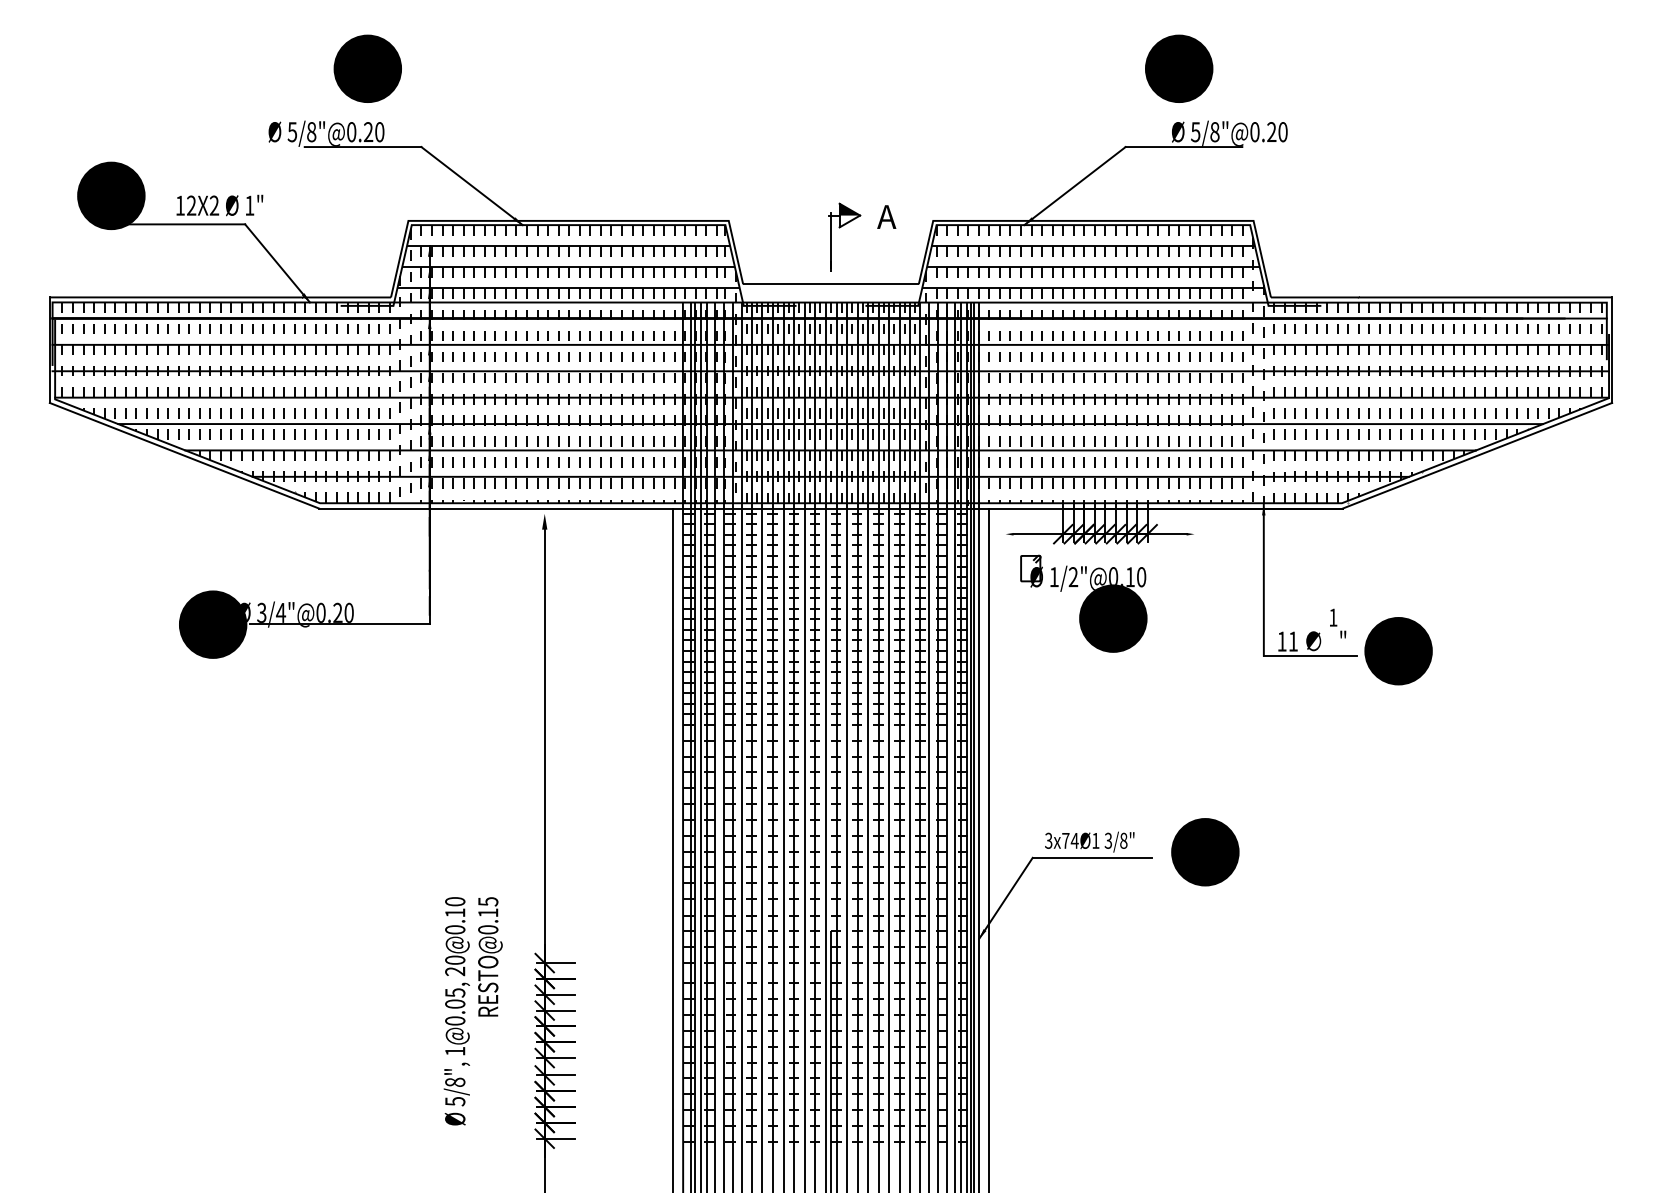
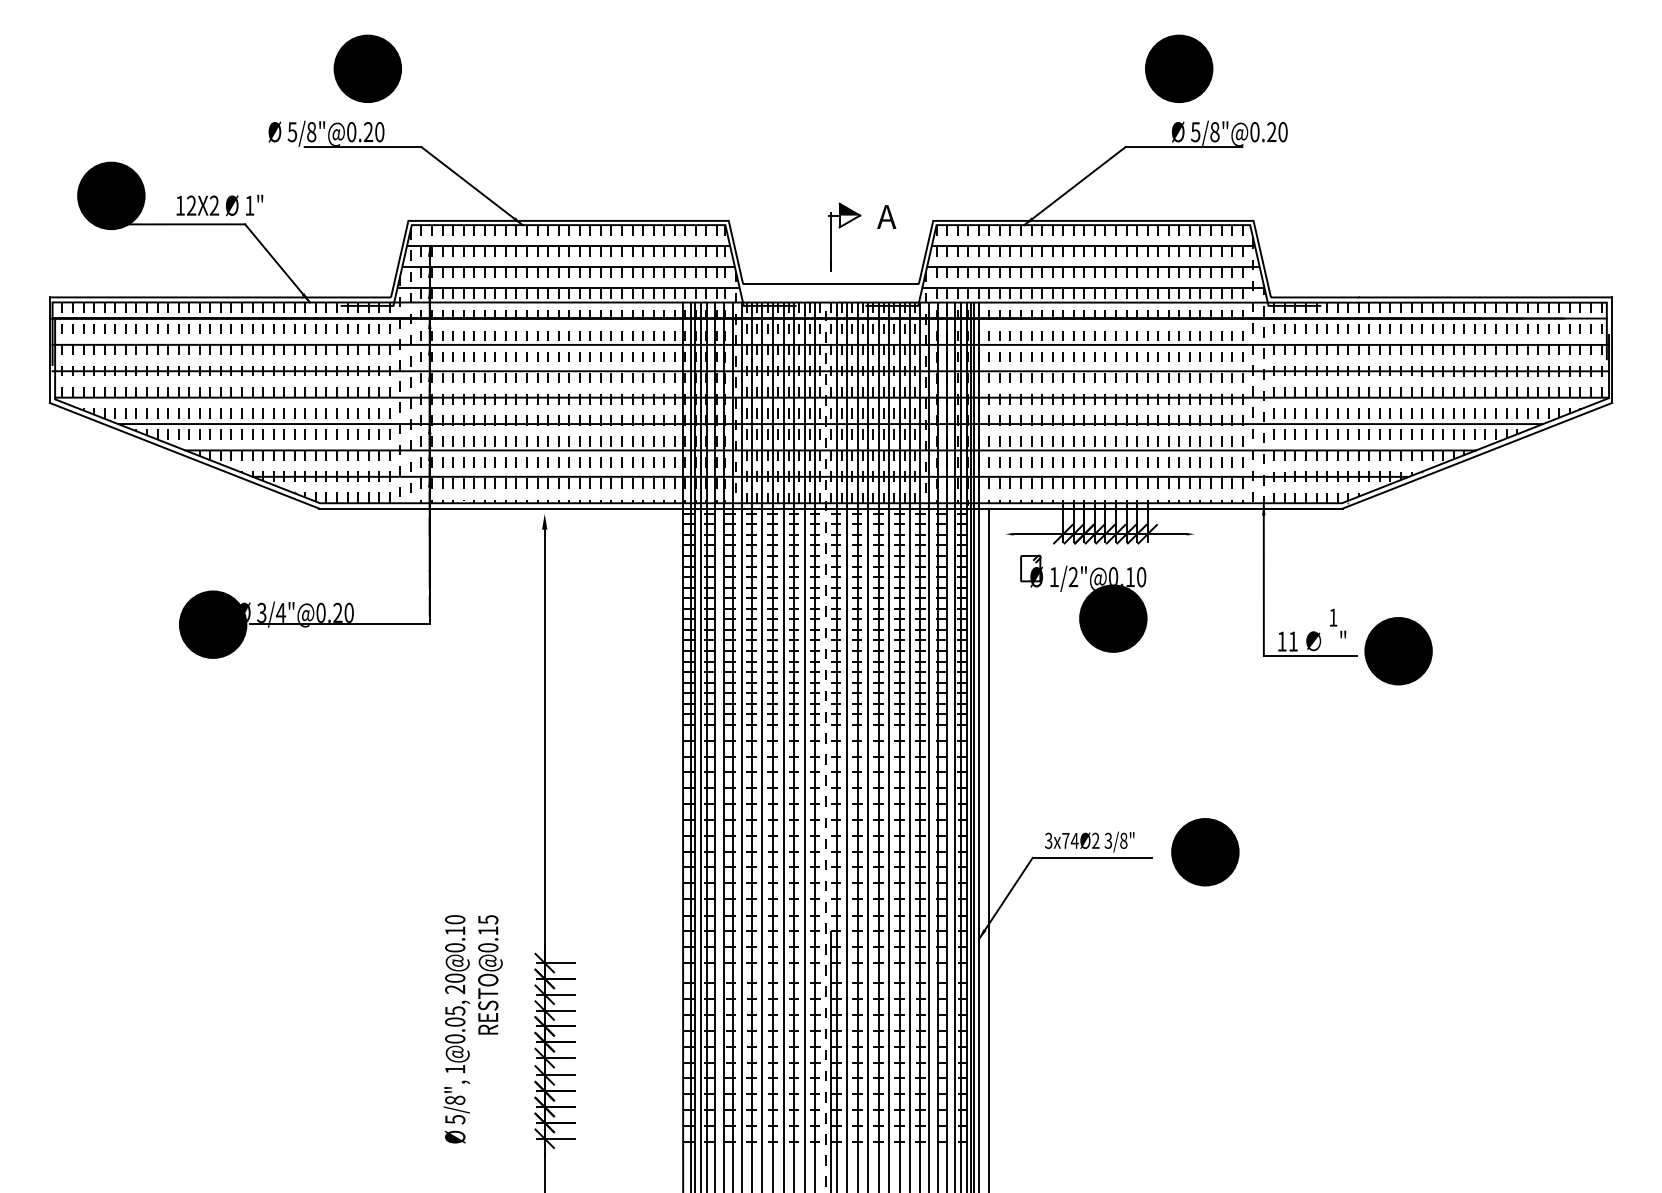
line at (826, 747): solid -> dashed
text at (1095, 840): 3x74Ø1 -> 3x74Ø2
line at (672, 848): present -> none
text at (472, 1011) position: (472, 1011) -> (472, 1029)
